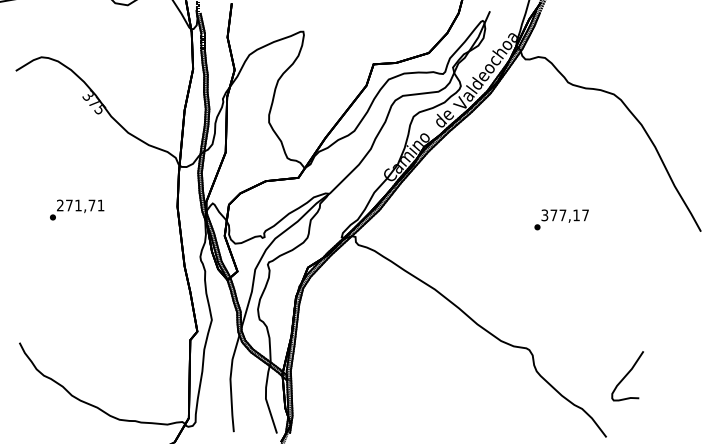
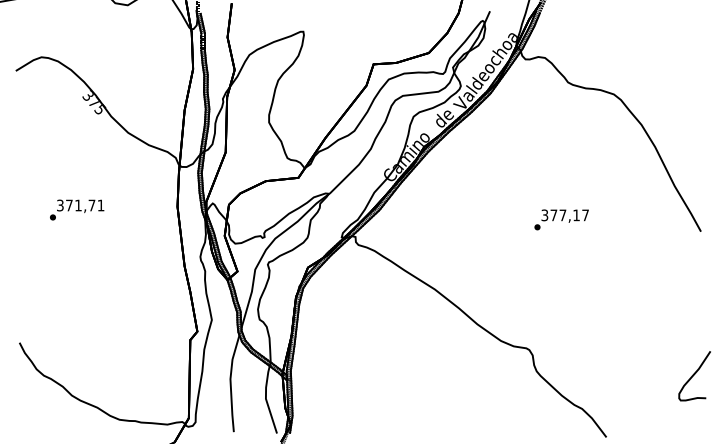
text at (60, 205): 271,71 -> 371,71
curve at (627, 375) position: (627, 375) -> (694, 375)
